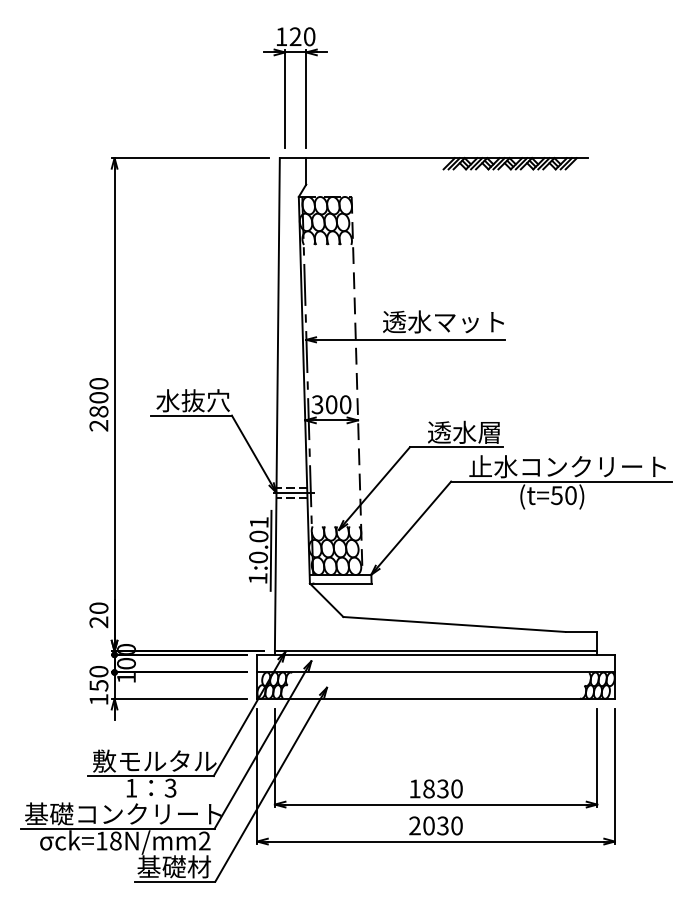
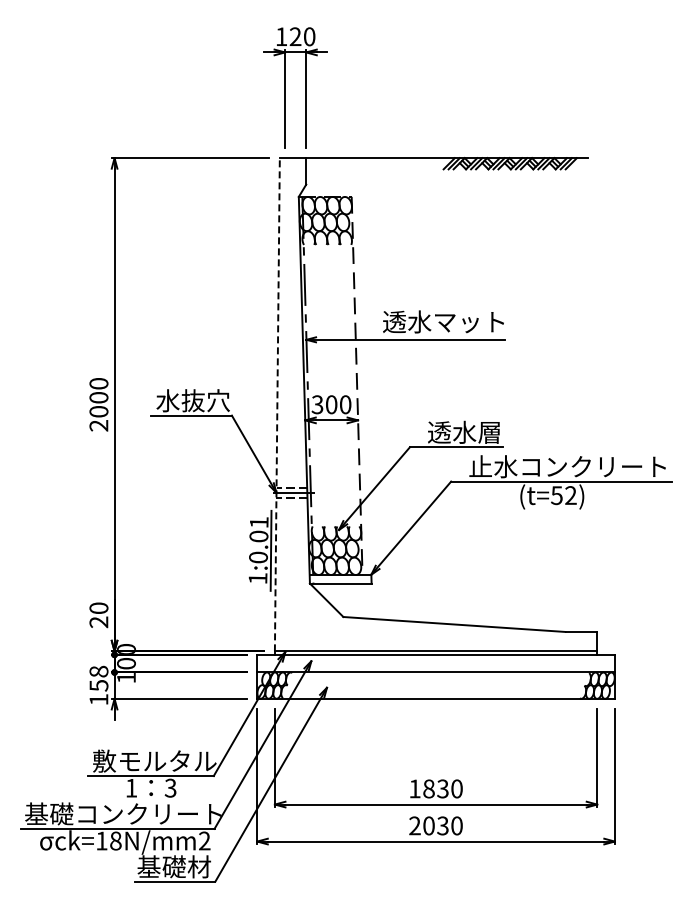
line at (277, 404): solid -> dashed
text at (99, 411): 2800 -> 2000
text at (570, 495): (t=50) -> (t=52)
text at (99, 671): 150 -> 158
